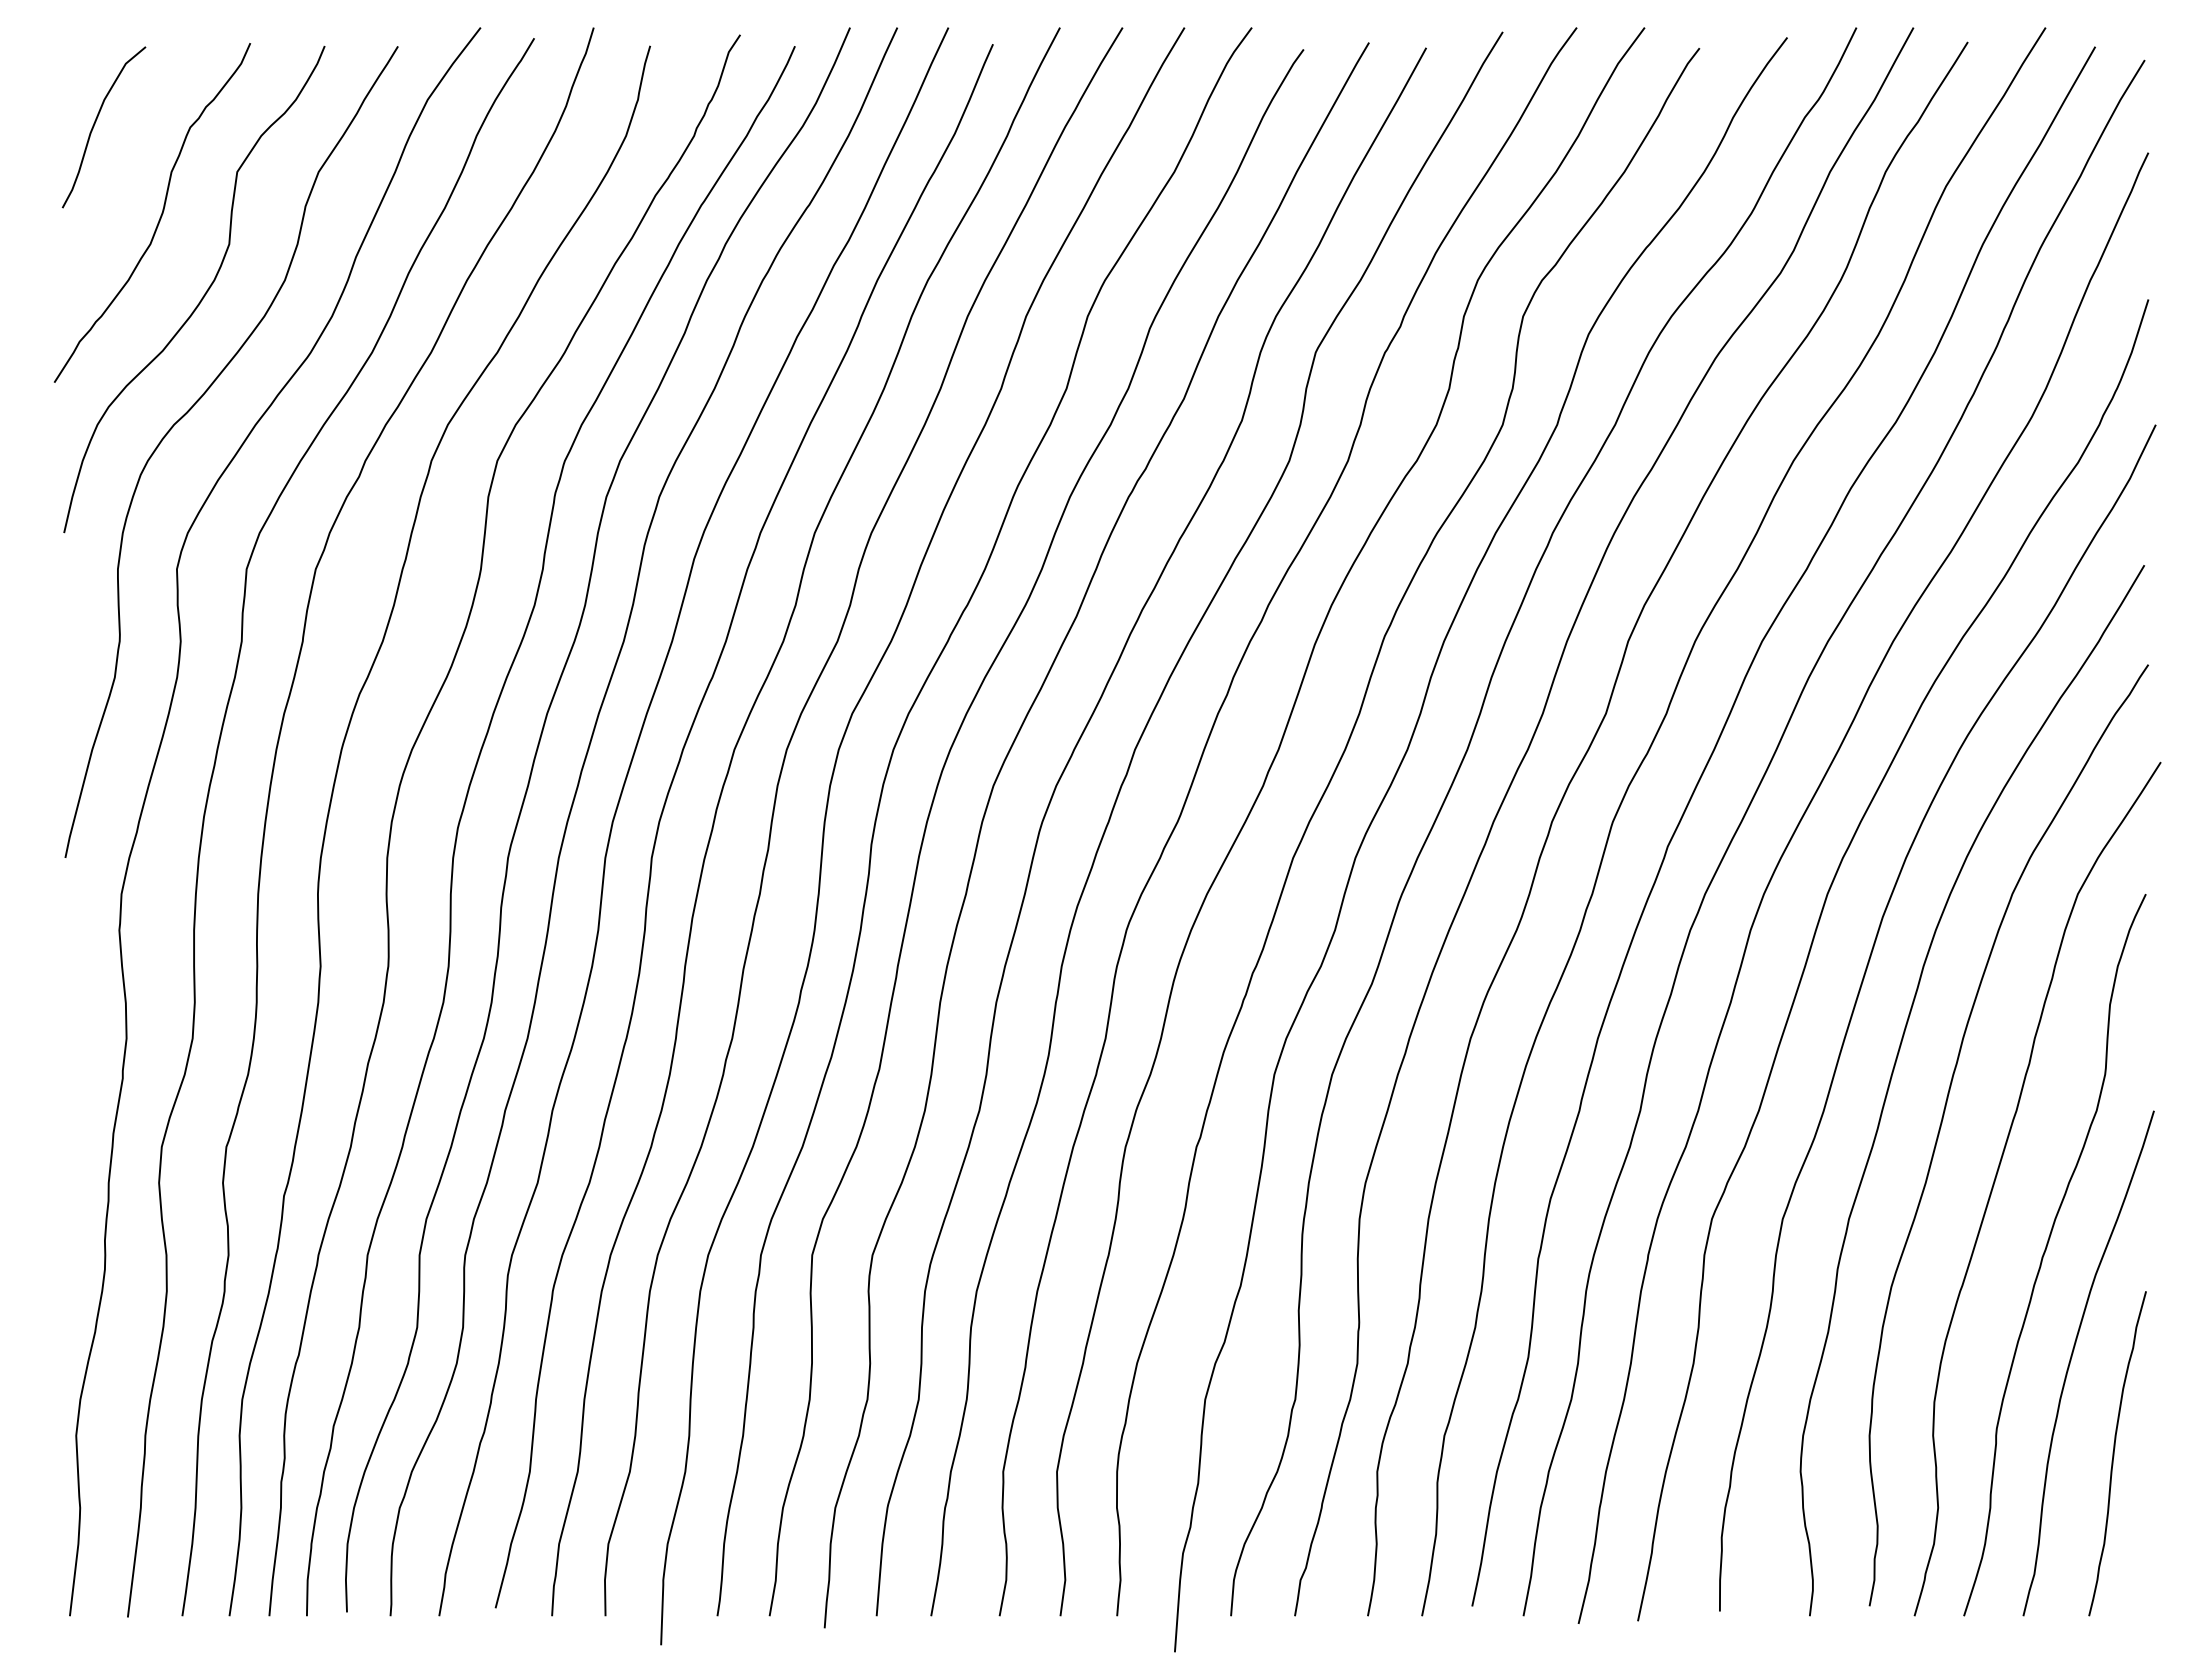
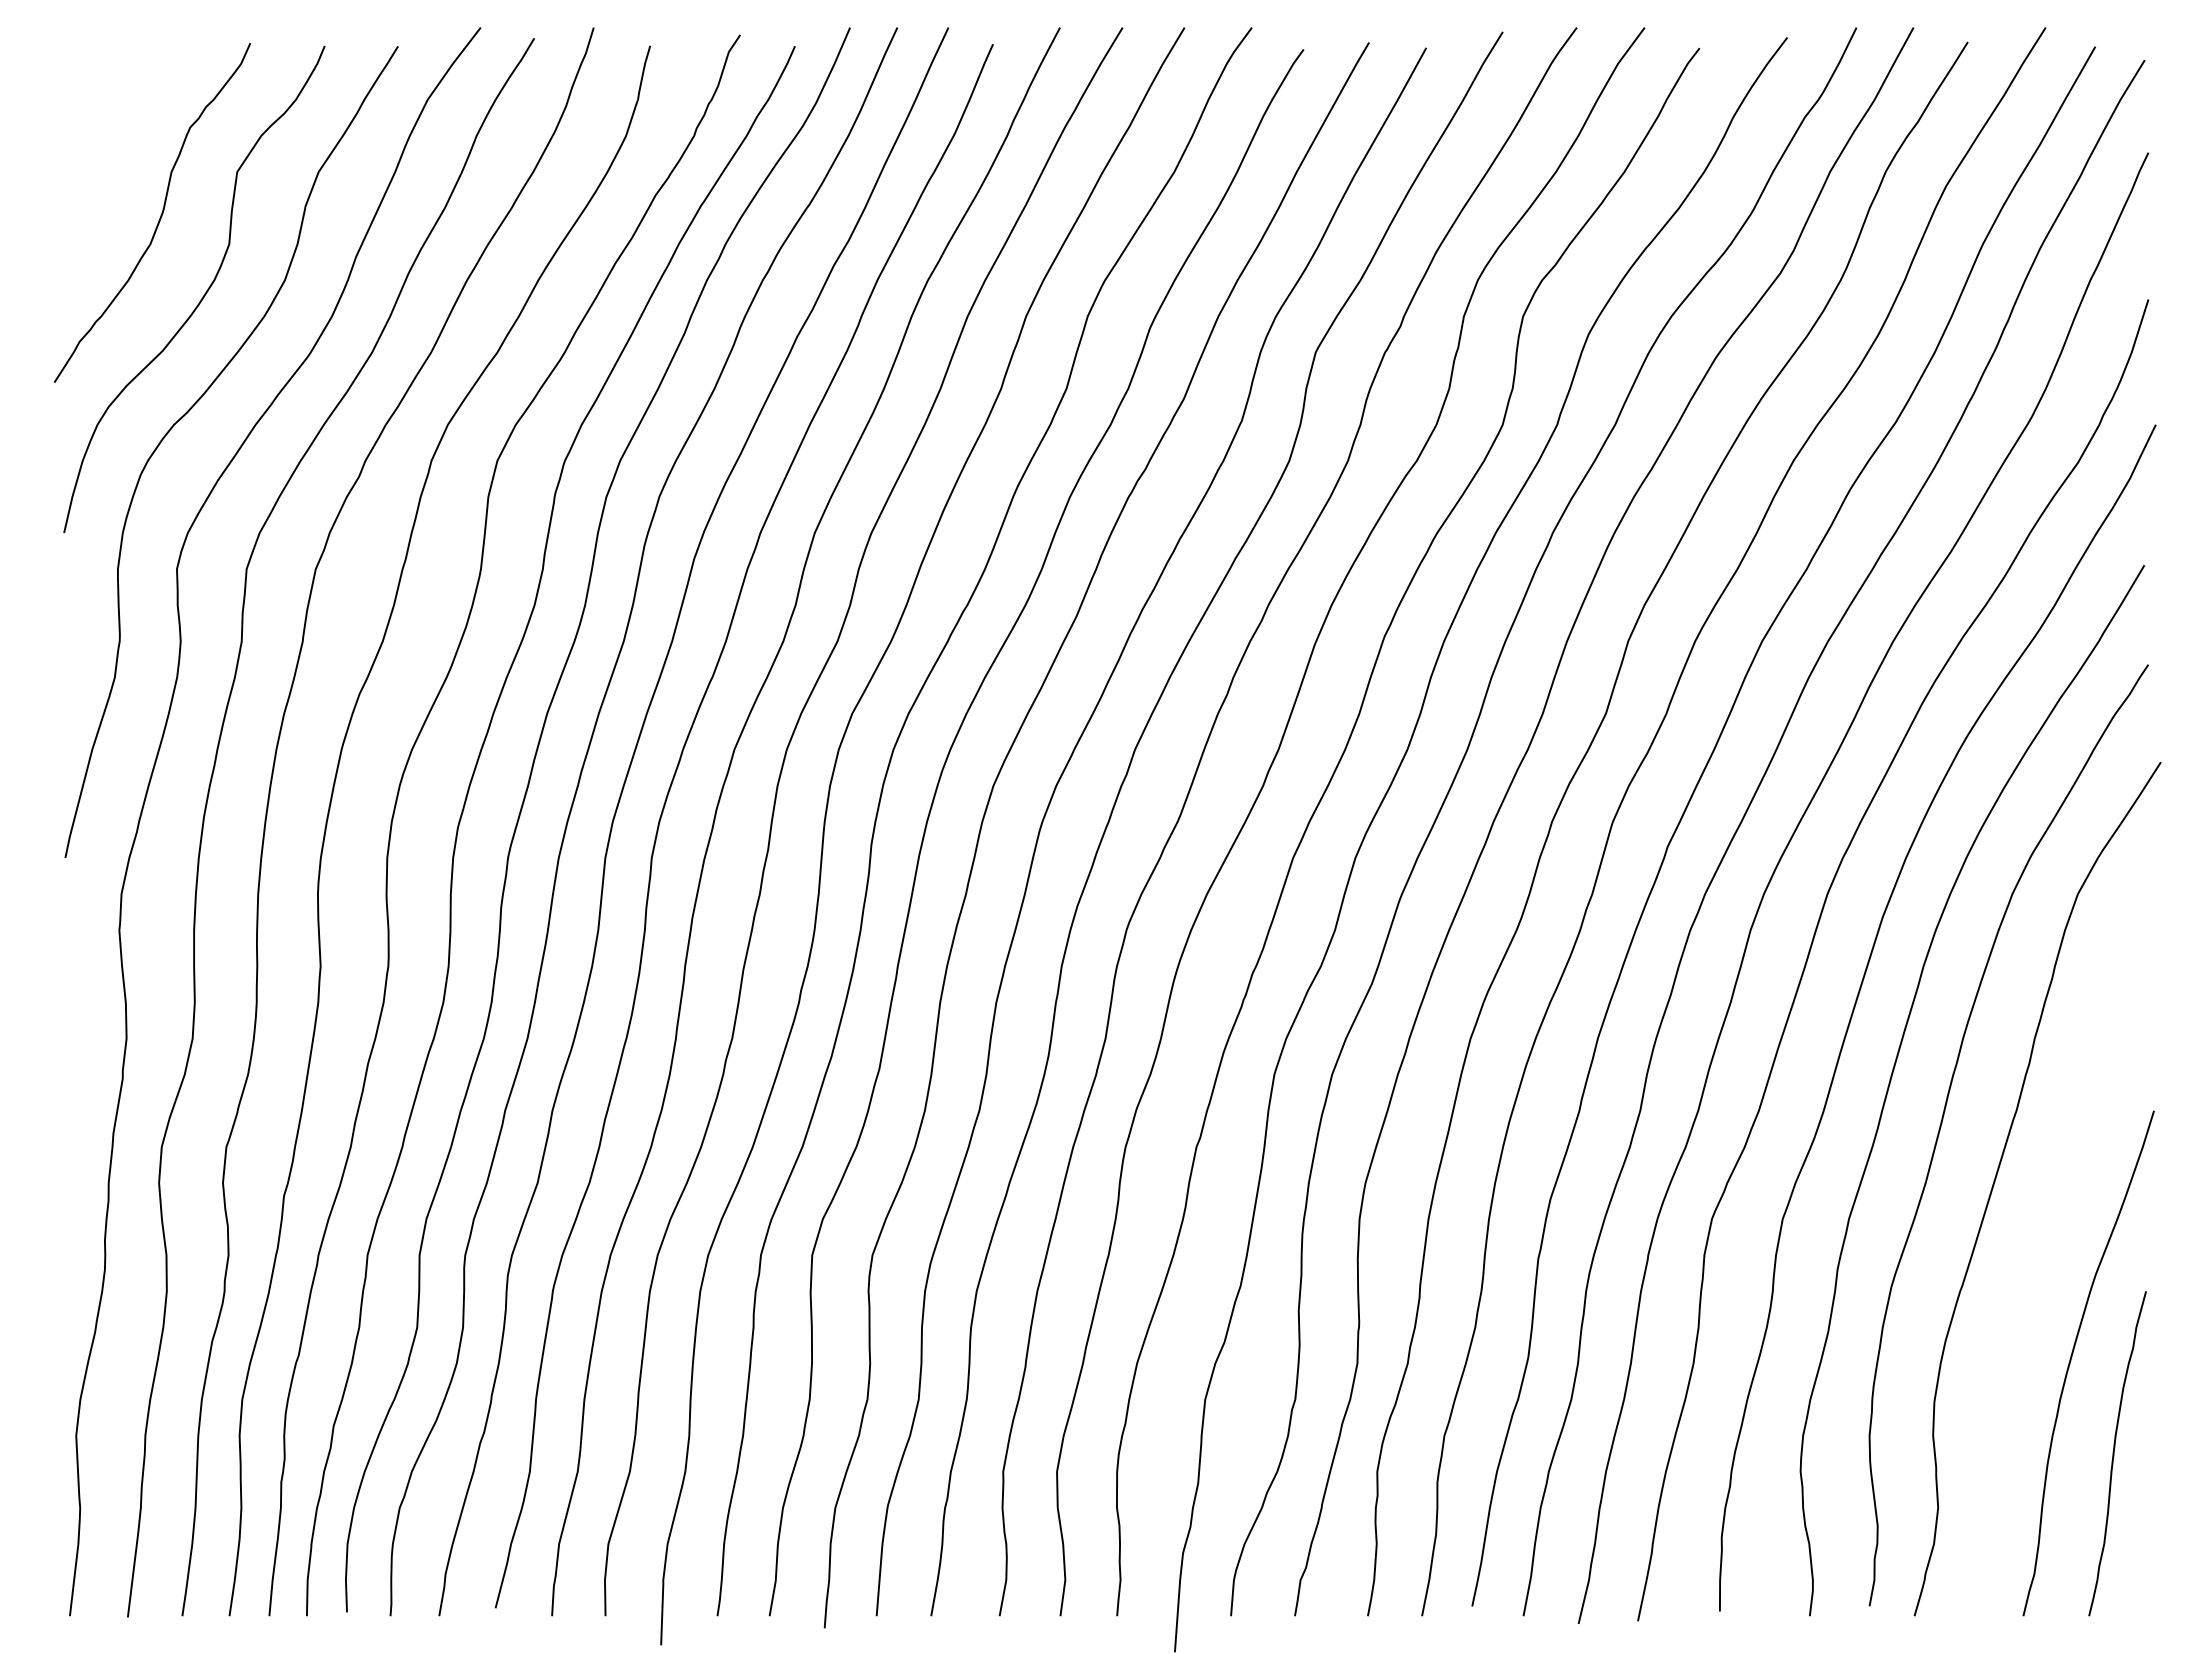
curve at (95, 124): present -> none
curve at (2045, 1253): present -> none
